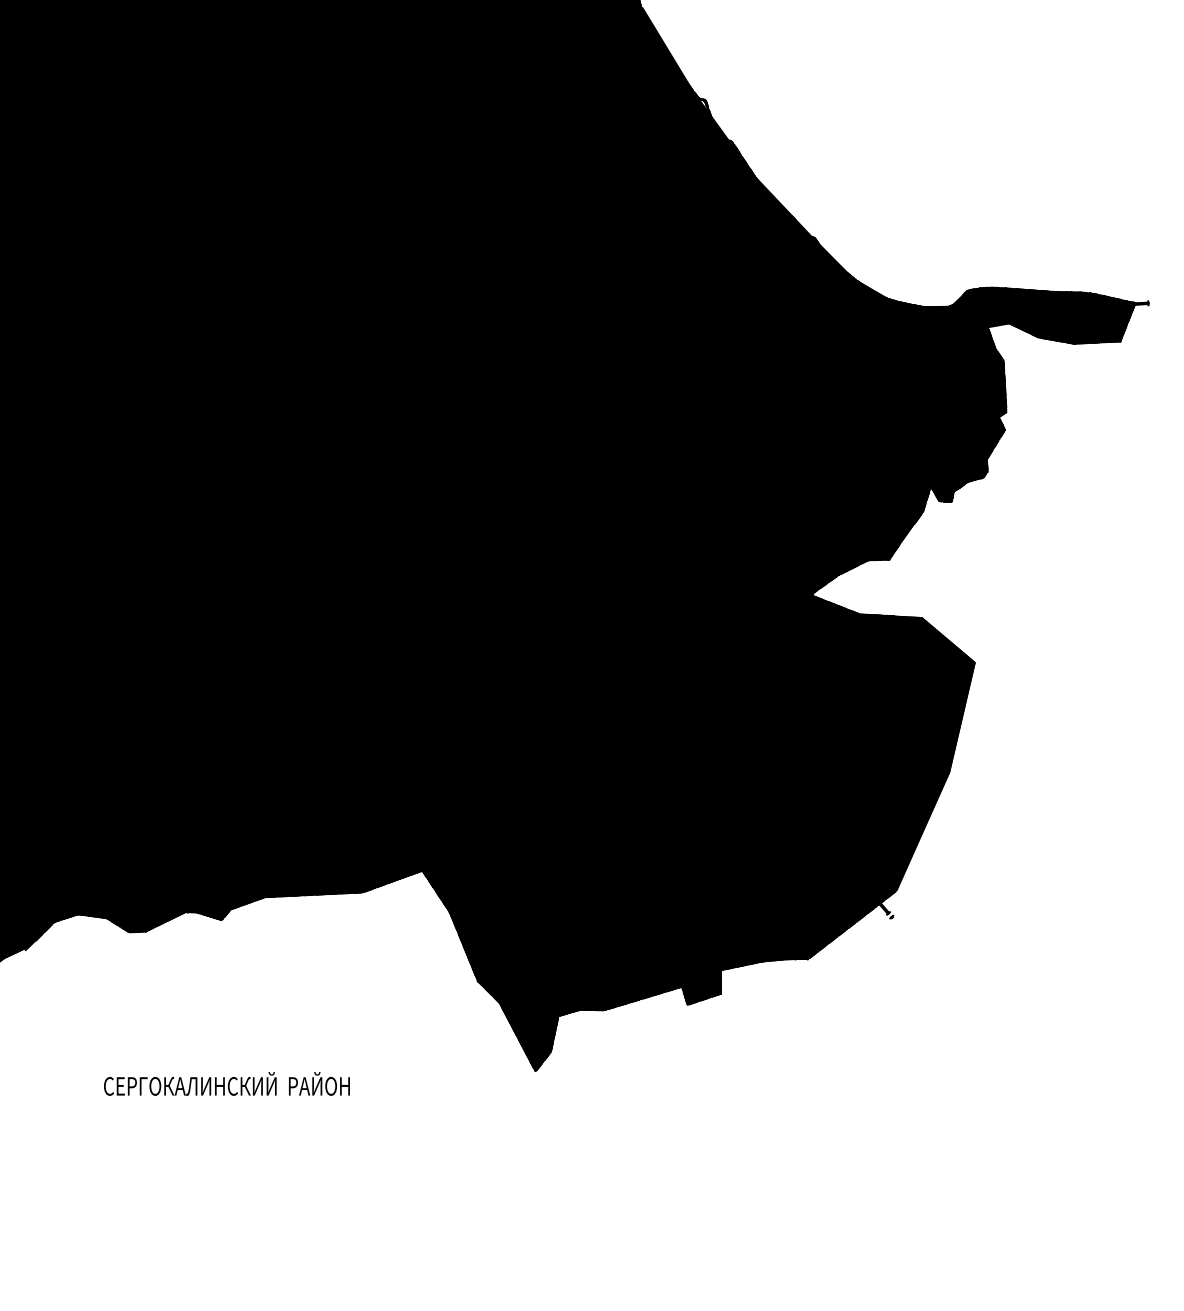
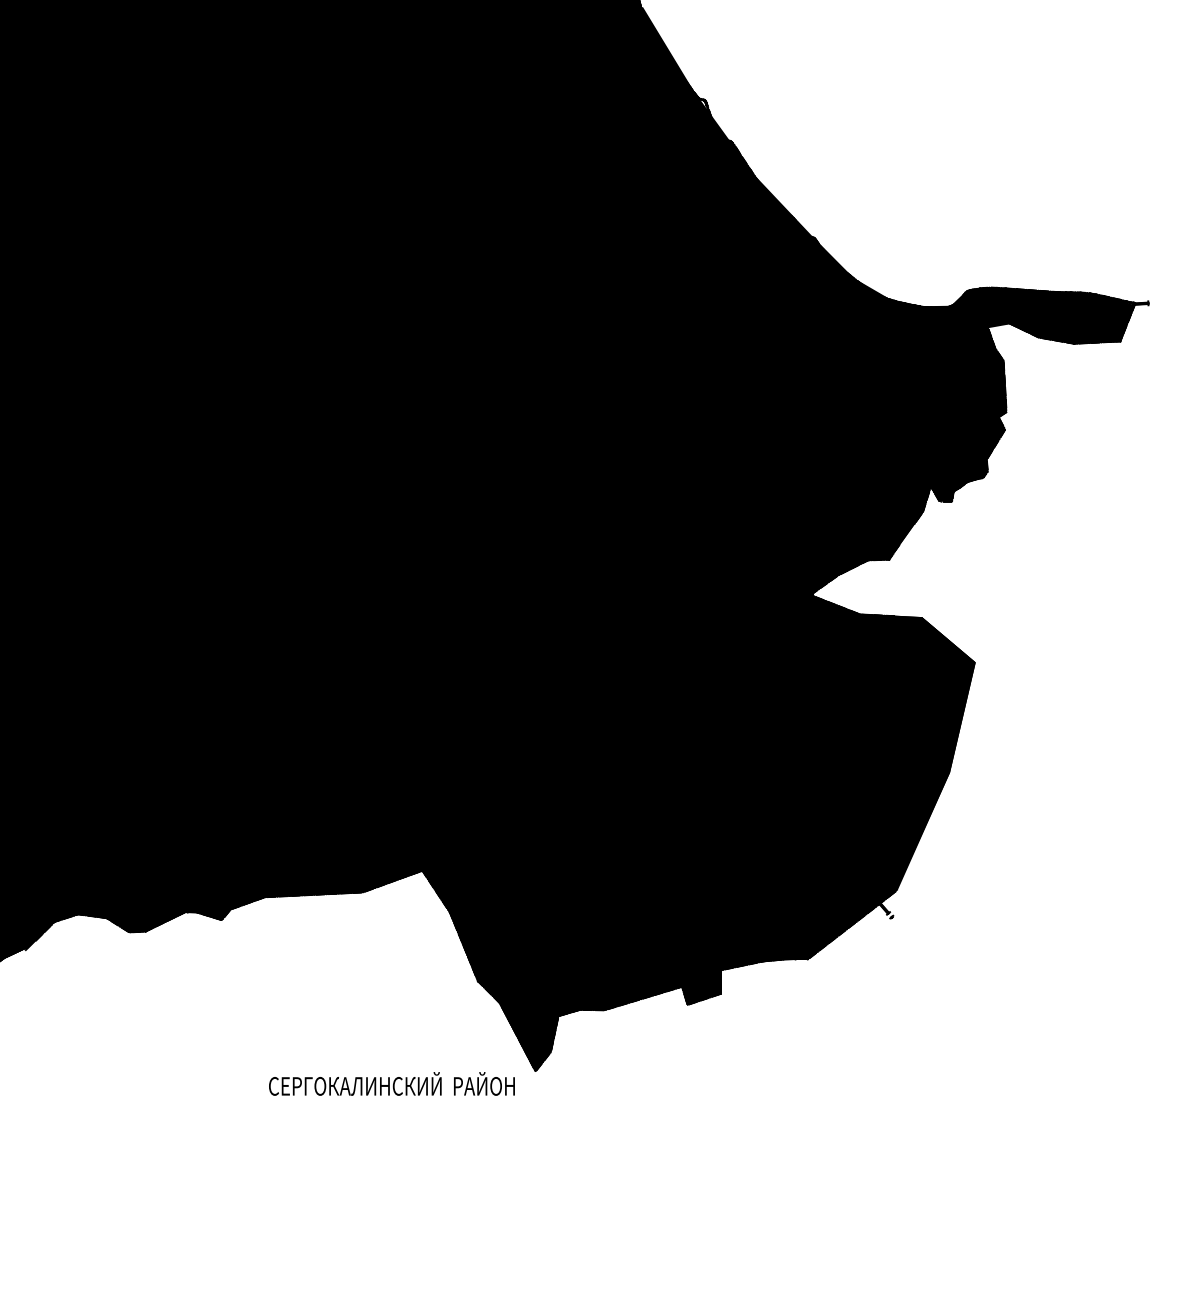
text at (226, 1083) position: (226, 1083) -> (391, 1083)
